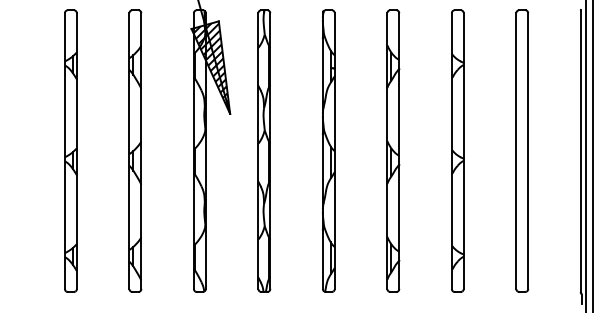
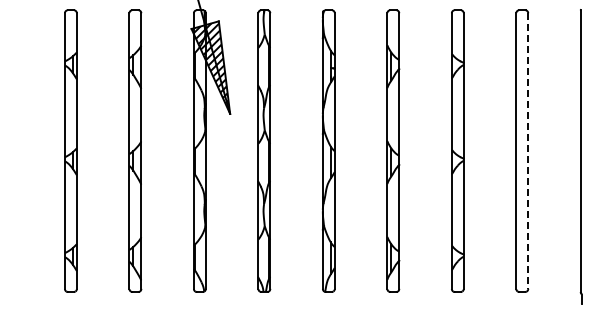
line at (528, 151): solid -> dashed
line at (585, 155): present -> none
line at (593, 155): present -> none
